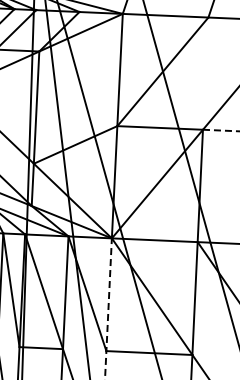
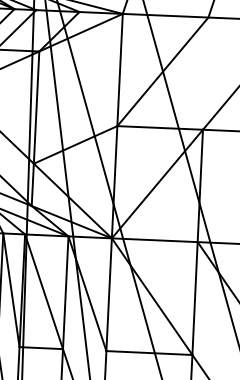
line at (221, 130): dashed -> solid
line at (108, 308): dashed -> solid
